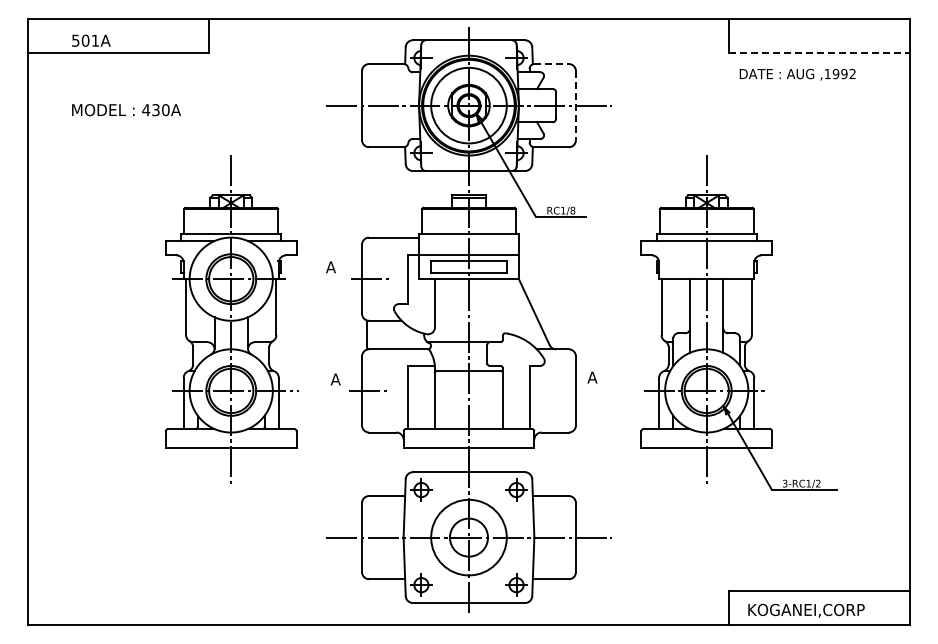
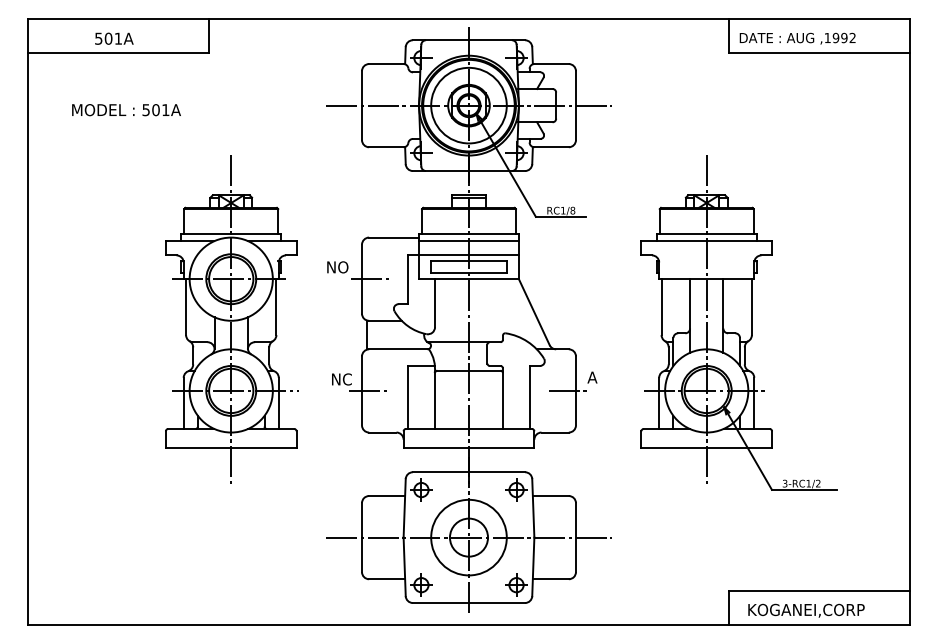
text at (91, 40) position: (91, 40) -> (114, 38)
line at (819, 53): dashed -> solid
line at (552, 64): dashed -> solid
text at (797, 74) position: (797, 74) -> (797, 38)
line at (575, 106): dashed -> solid
text at (155, 110): 430A -> 501A
line at (468, 241): none -> present
text at (337, 267): A -> NO
text at (340, 379): A -> NC
line at (568, 390): none -> present
